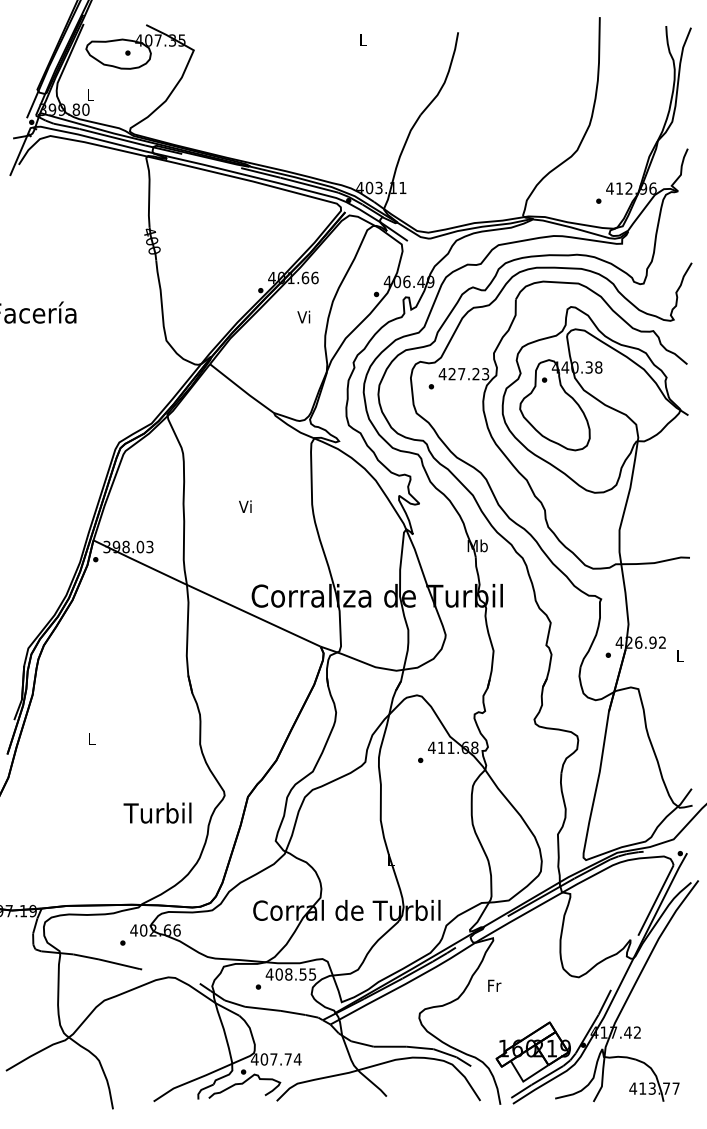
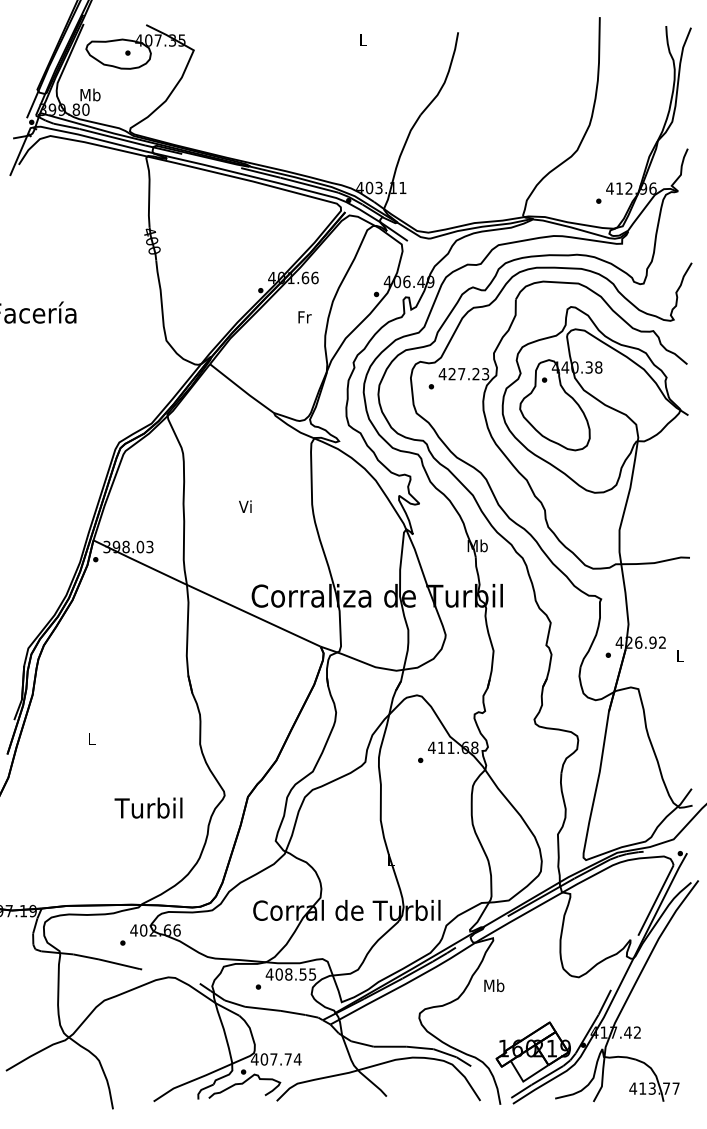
text at (90, 94): L -> Mb
text at (304, 316): Vi -> Fr
text at (157, 812) position: (157, 812) -> (148, 807)
text at (494, 985): Fr -> Mb
